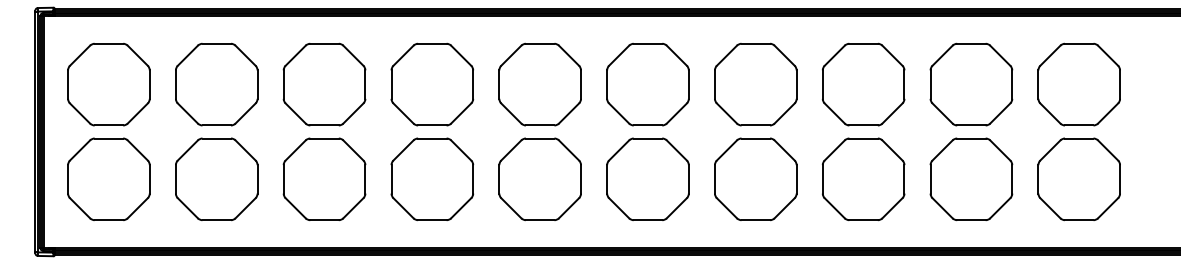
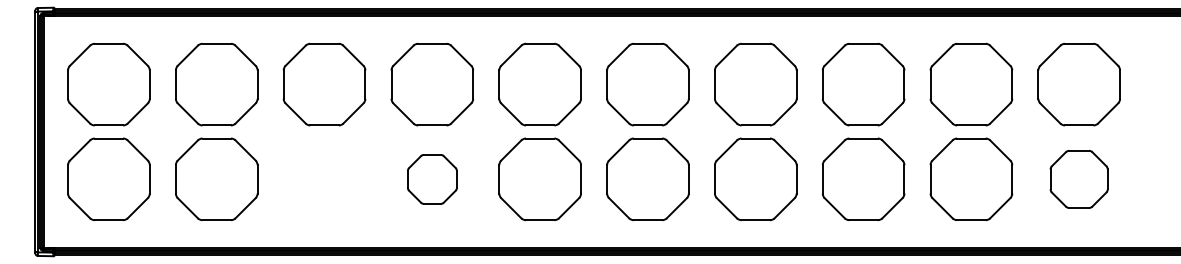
part at (324, 178): present -> none
part at (432, 179) size: 85x85 px -> 51x51 px
part at (1078, 179) size: 84x85 px -> 60x59 px
